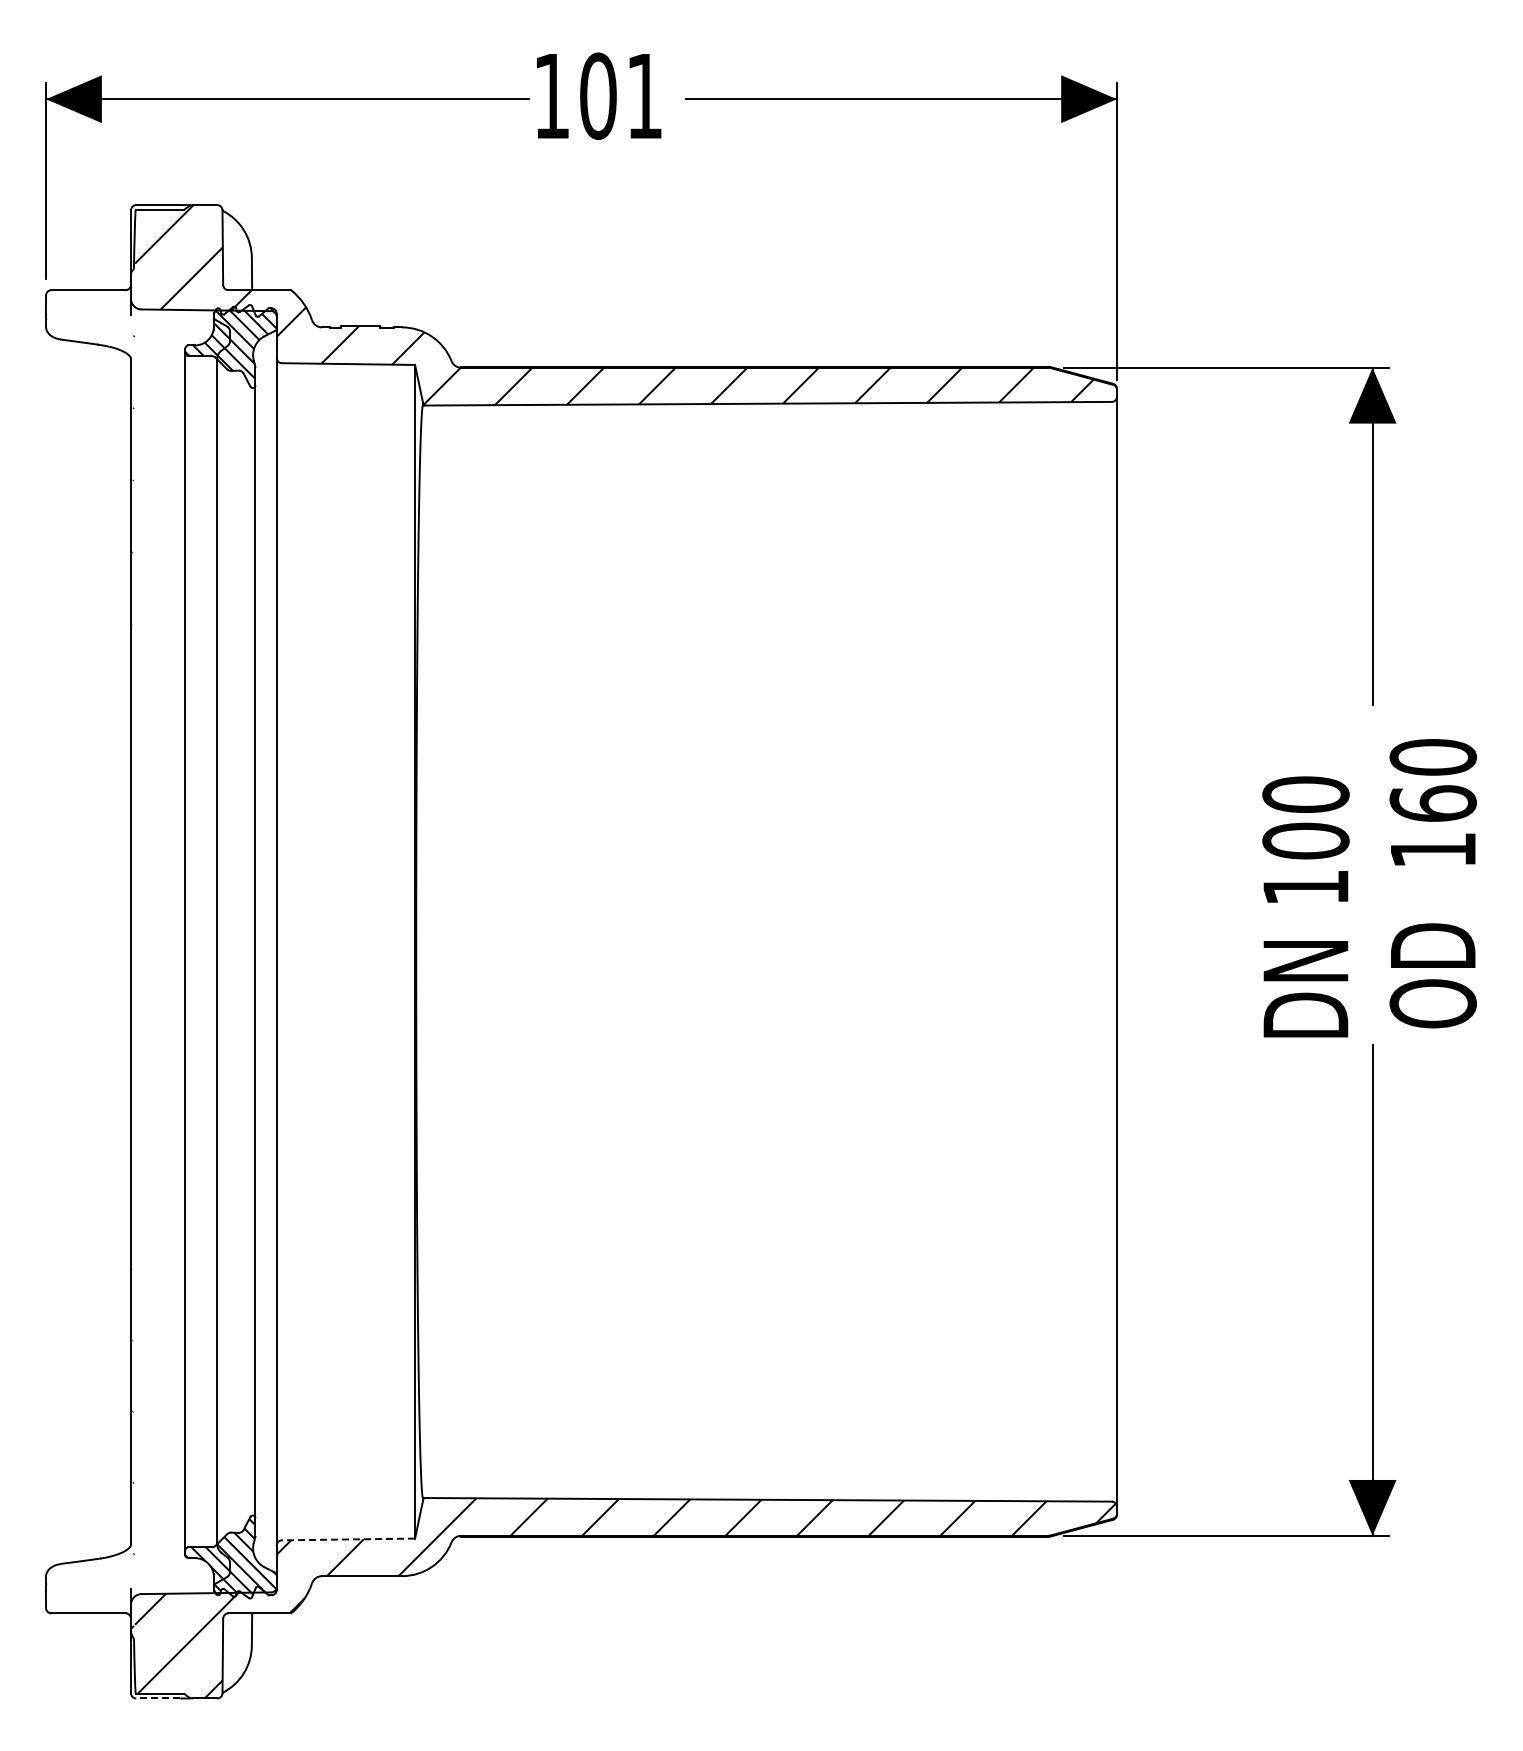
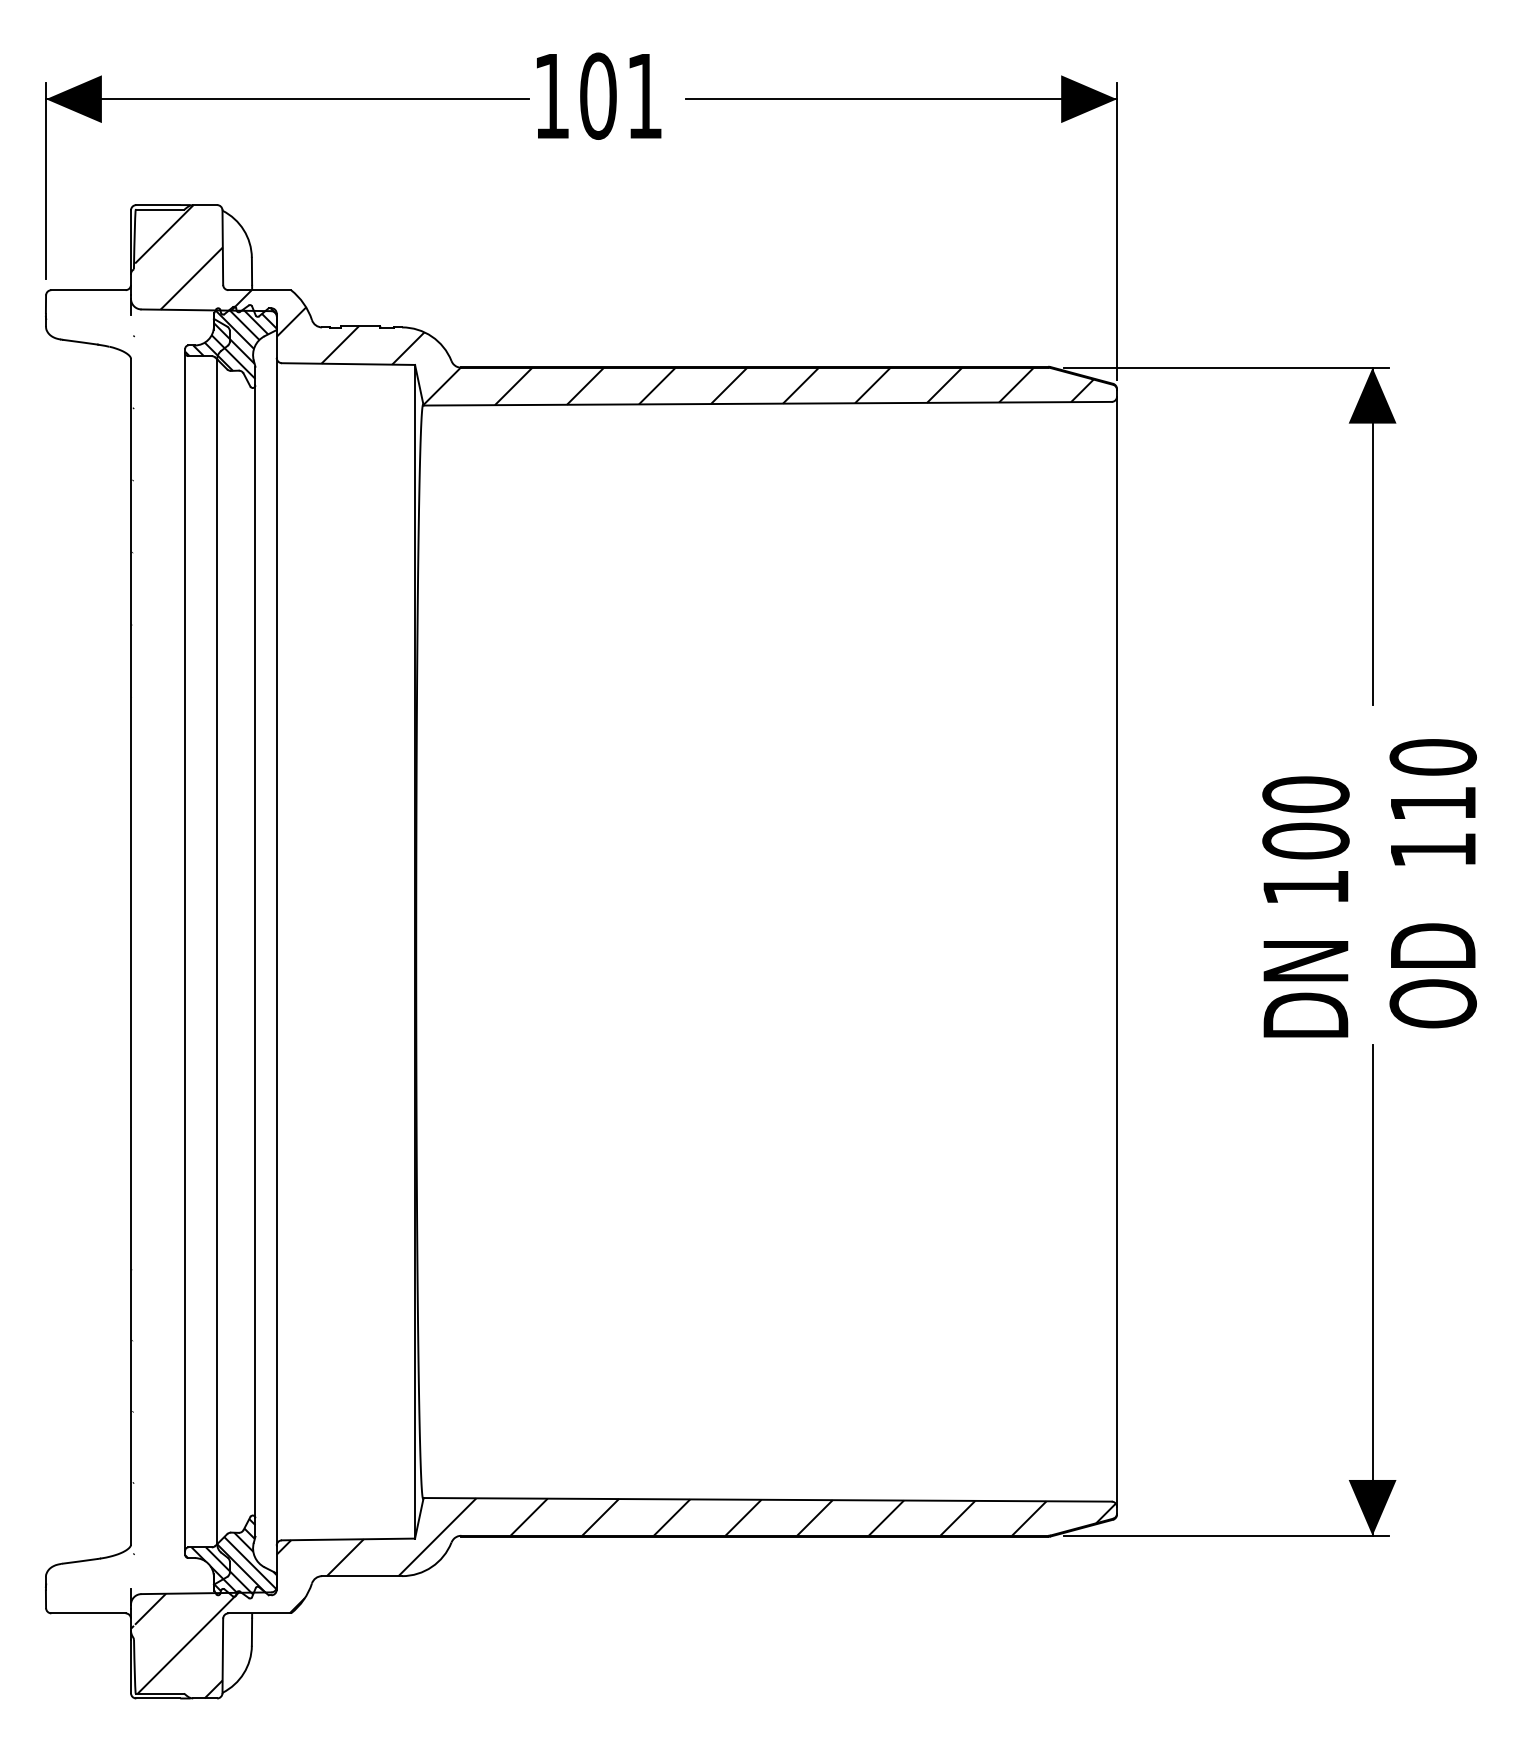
text at (1432, 803): 160 -> 110
line at (348, 1539): dashed -> solid
line at (158, 1698): dashed -> solid
